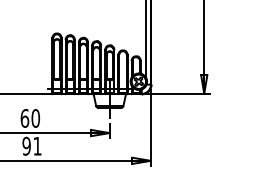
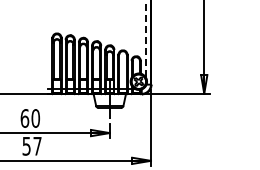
line at (145, 38): solid -> dashed
text at (31, 145): 91 -> 57
